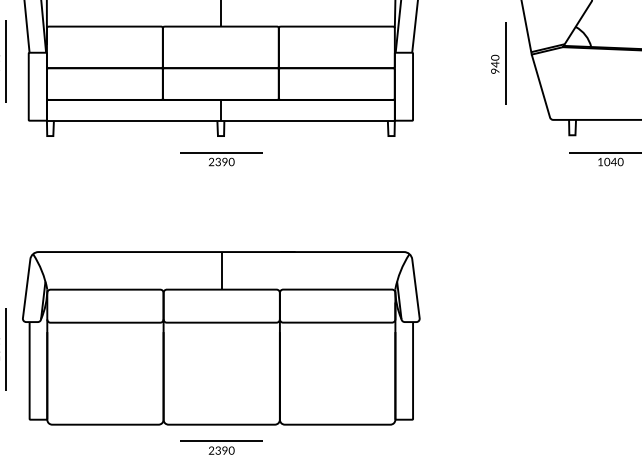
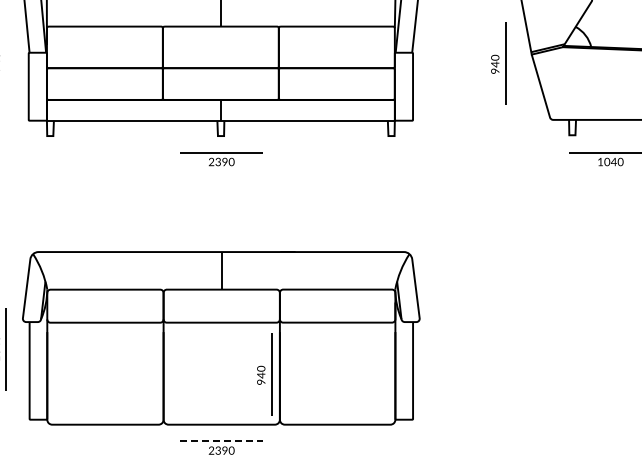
line at (5, 61): present -> none
part at (264, 374): none -> present
line at (221, 441): solid -> dashed
